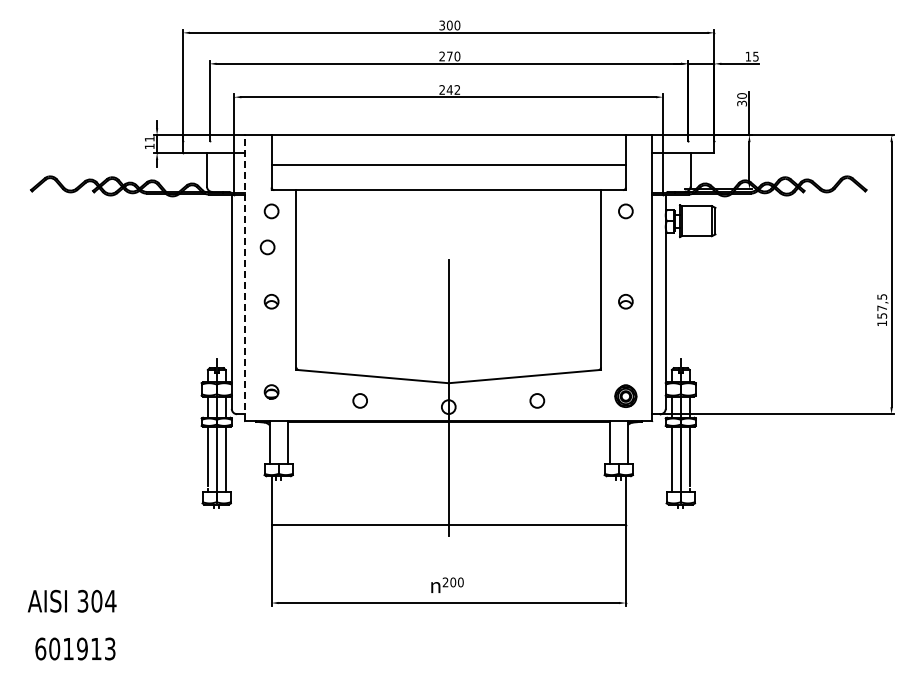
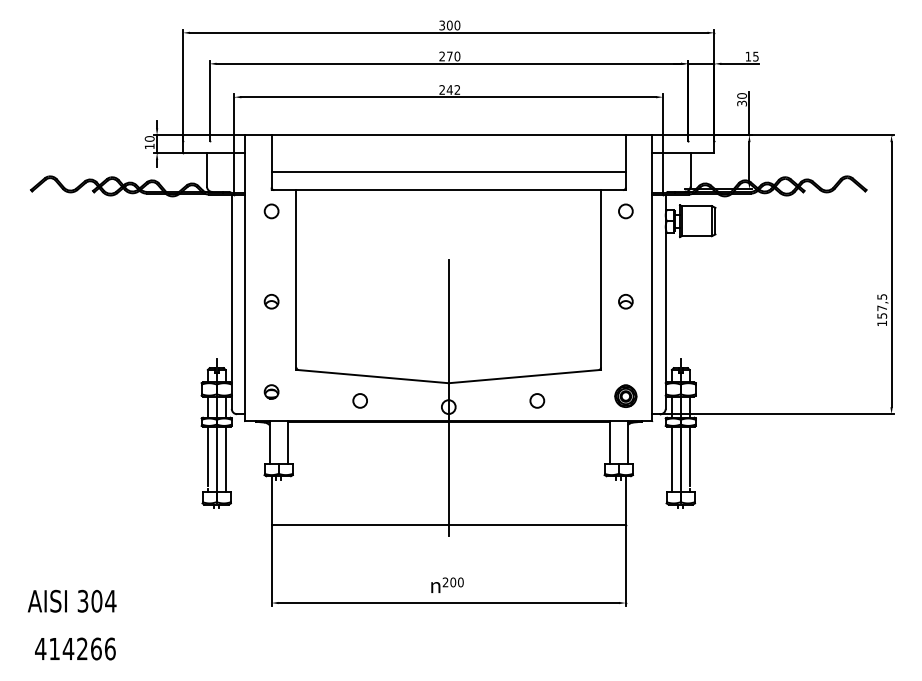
text at (149, 138): 11 -> 10
line at (448, 165) position: (448, 165) -> (448, 172)
circle at (267, 247): present -> none
line at (245, 278): dashed -> solid
text at (75, 648): 601913 -> 414266
